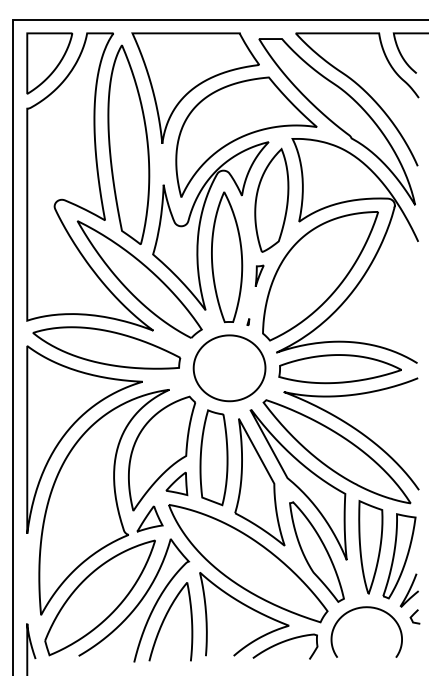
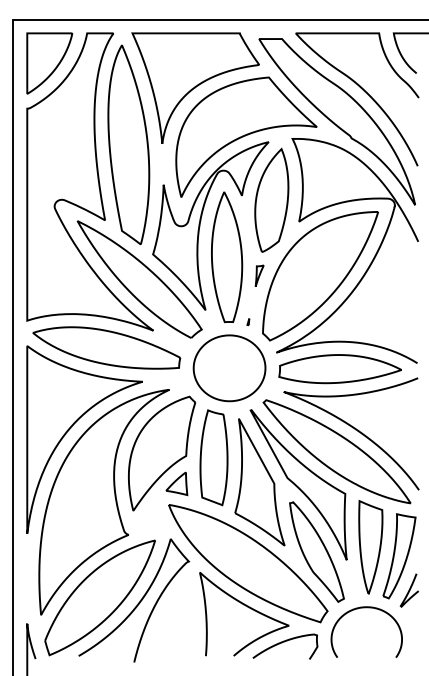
part at (149, 518): present -> none
curve at (413, 615): present -> none
curve at (165, 619): present -> none
